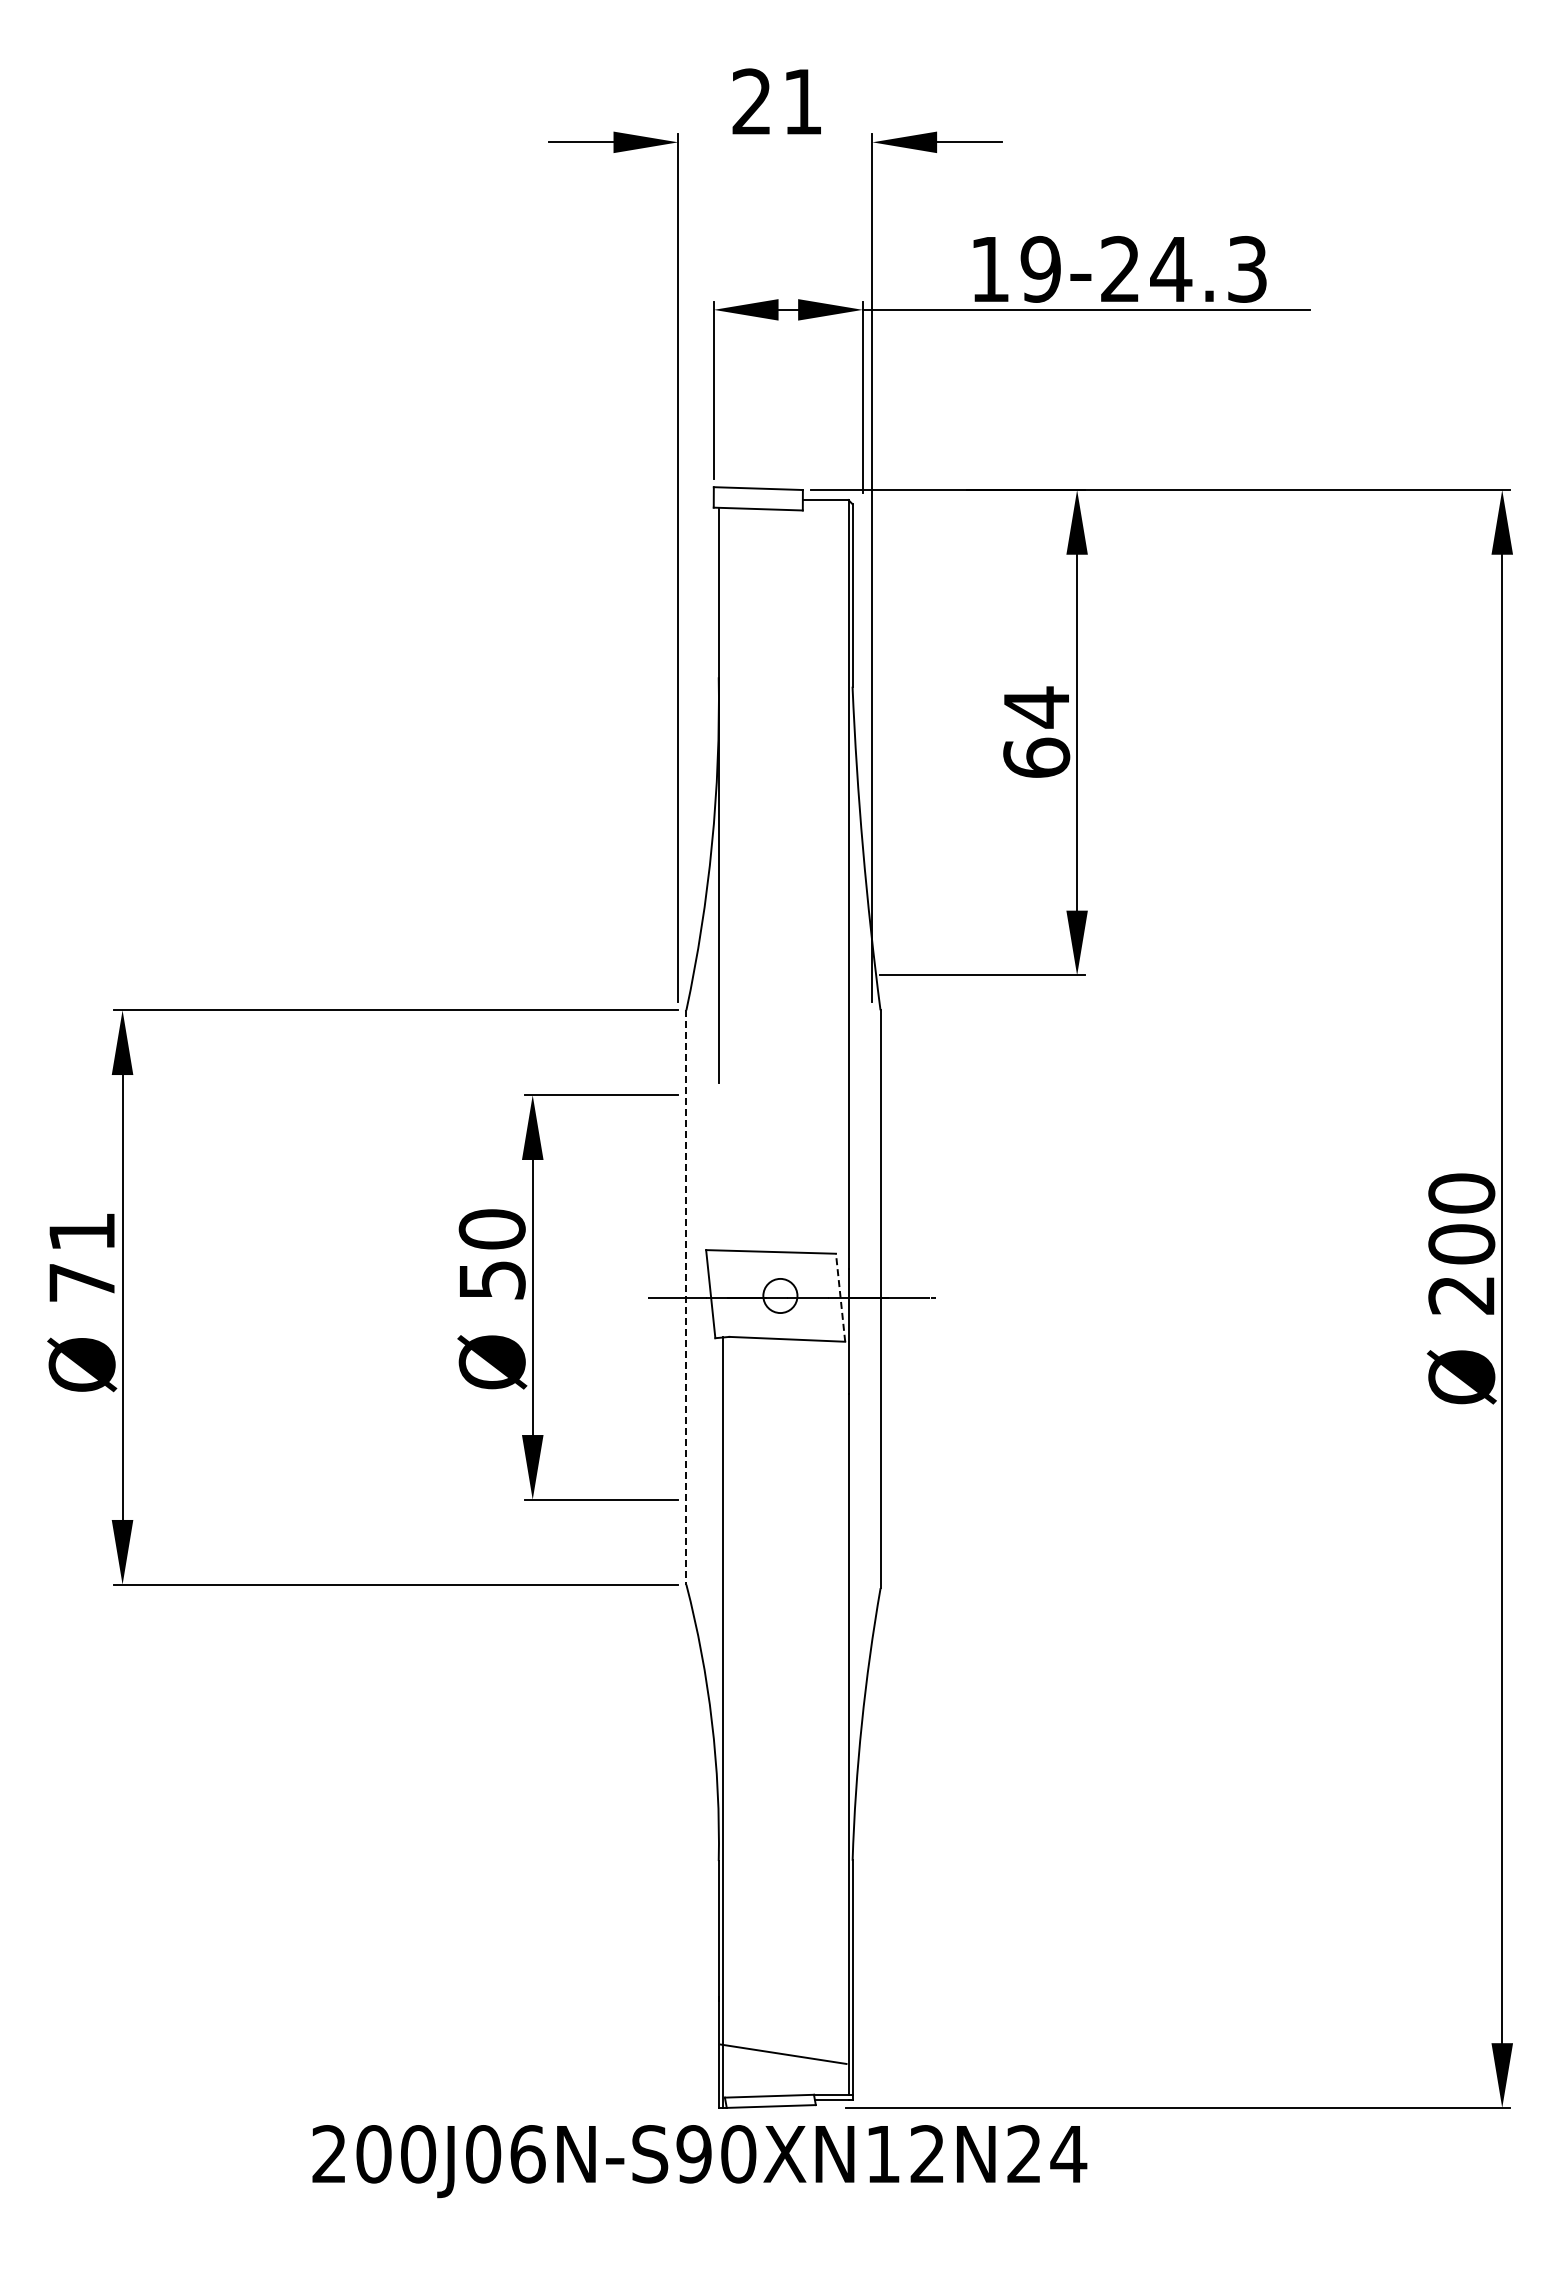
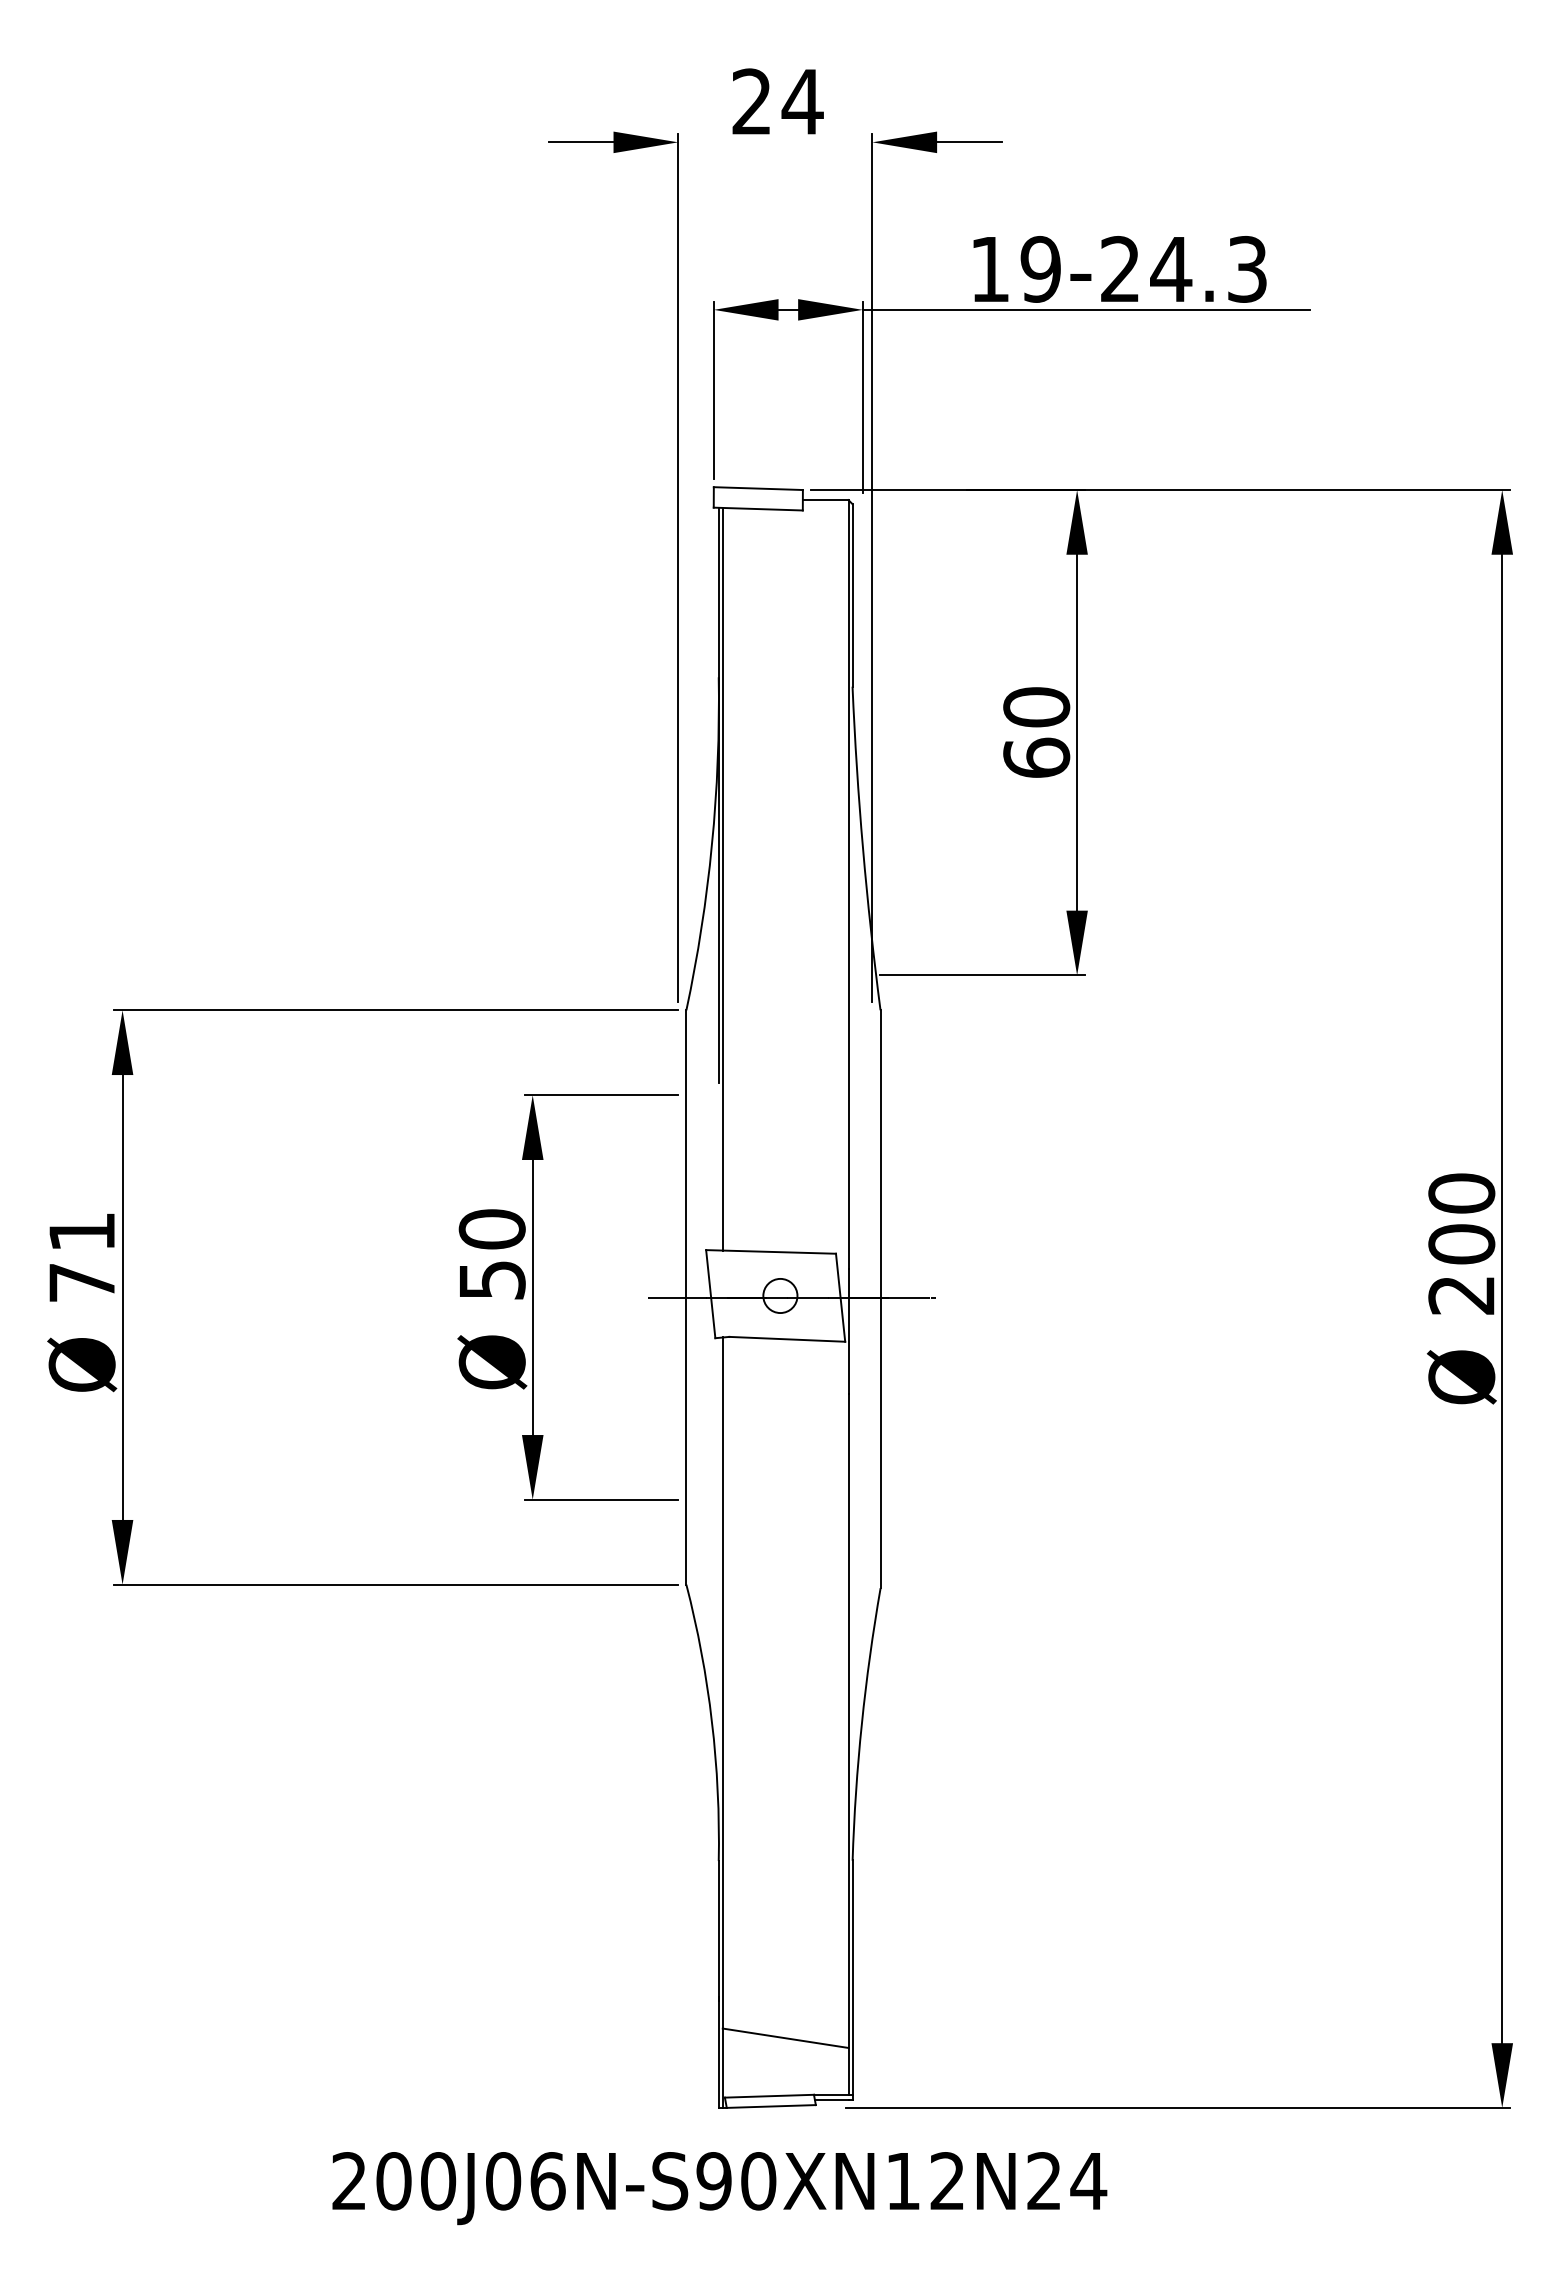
text at (802, 101): 21 -> 24
text at (1036, 707): 64 -> 60
line at (722, 878): none -> present
line at (840, 1297): dashed -> solid
line at (686, 1298): dashed -> solid
line at (783, 2053) position: (783, 2053) -> (785, 2037)
text at (699, 2161) position: (699, 2161) -> (719, 2188)
